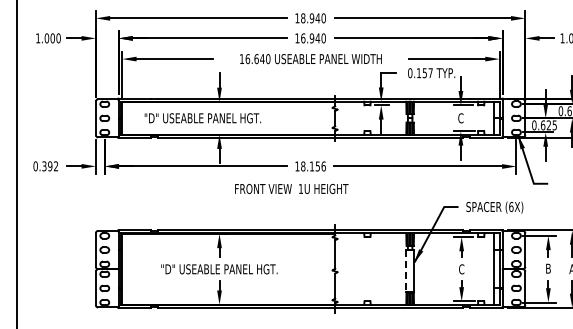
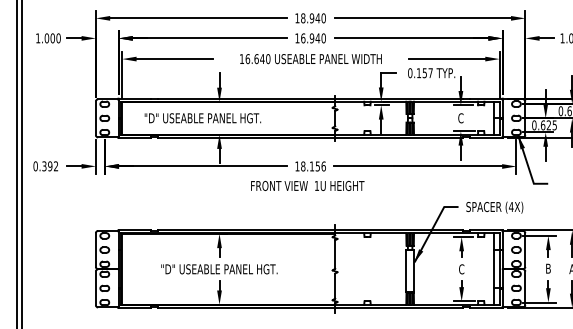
line at (22, 163): none -> present
text at (291, 188) position: (291, 188) -> (307, 185)
text at (511, 207): (6X) -> (4X)
line at (406, 271): dashed -> solid
